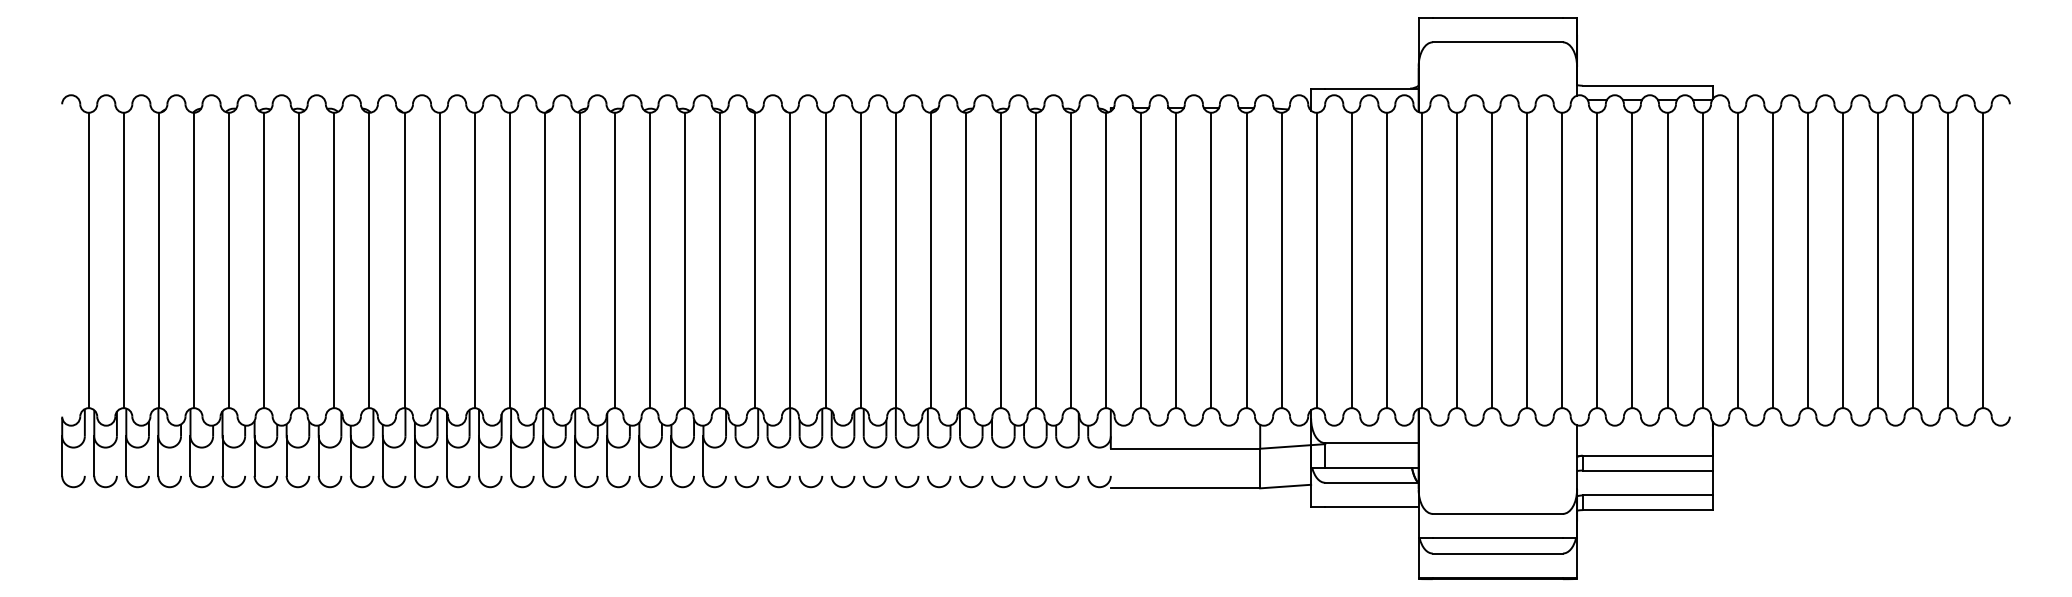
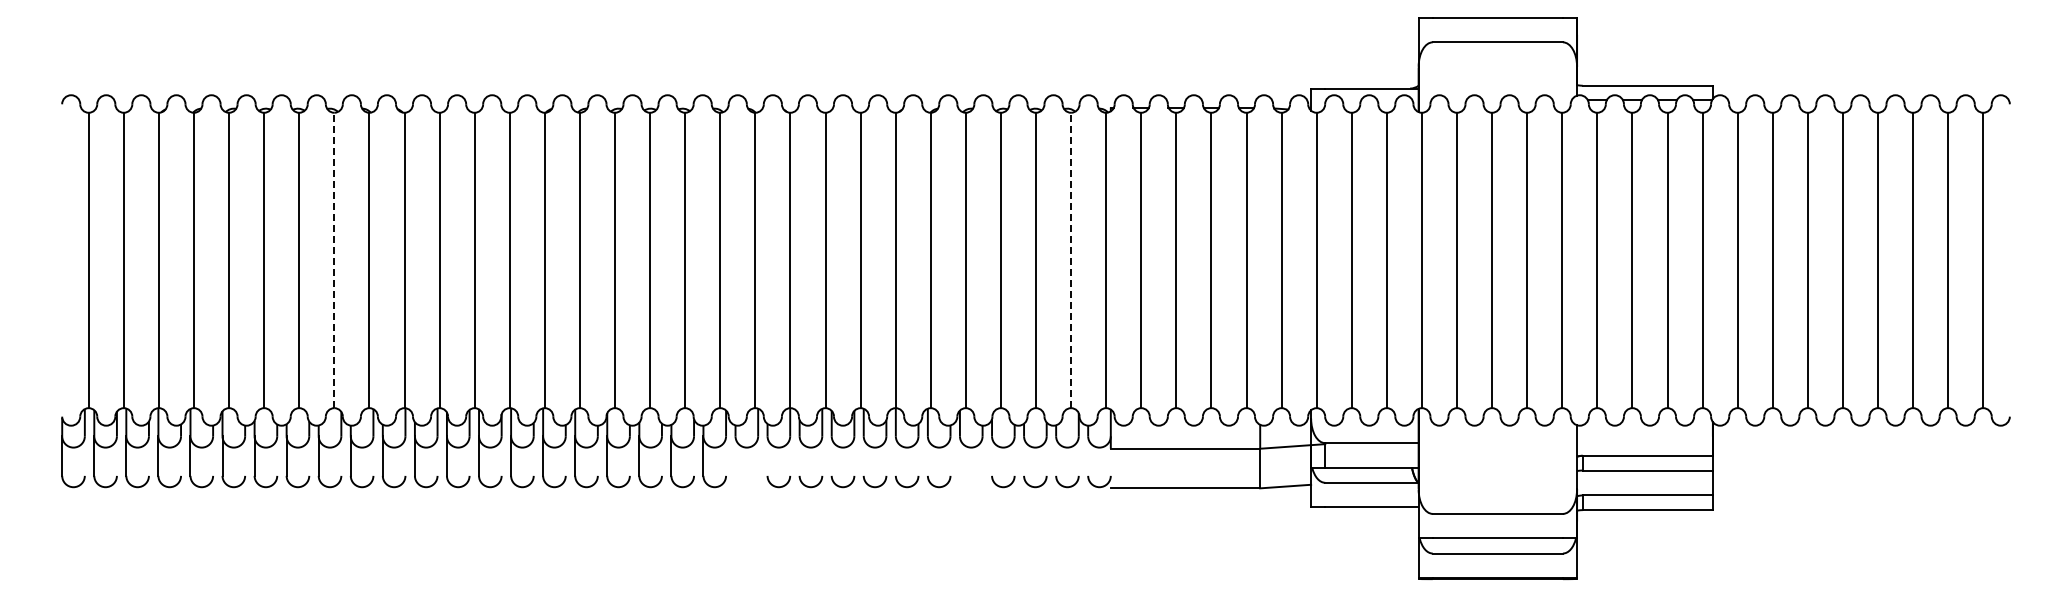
line at (334, 260): solid -> dashed
line at (1071, 260): solid -> dashed
arc at (746, 486): present -> none
arc at (971, 486): present -> none
